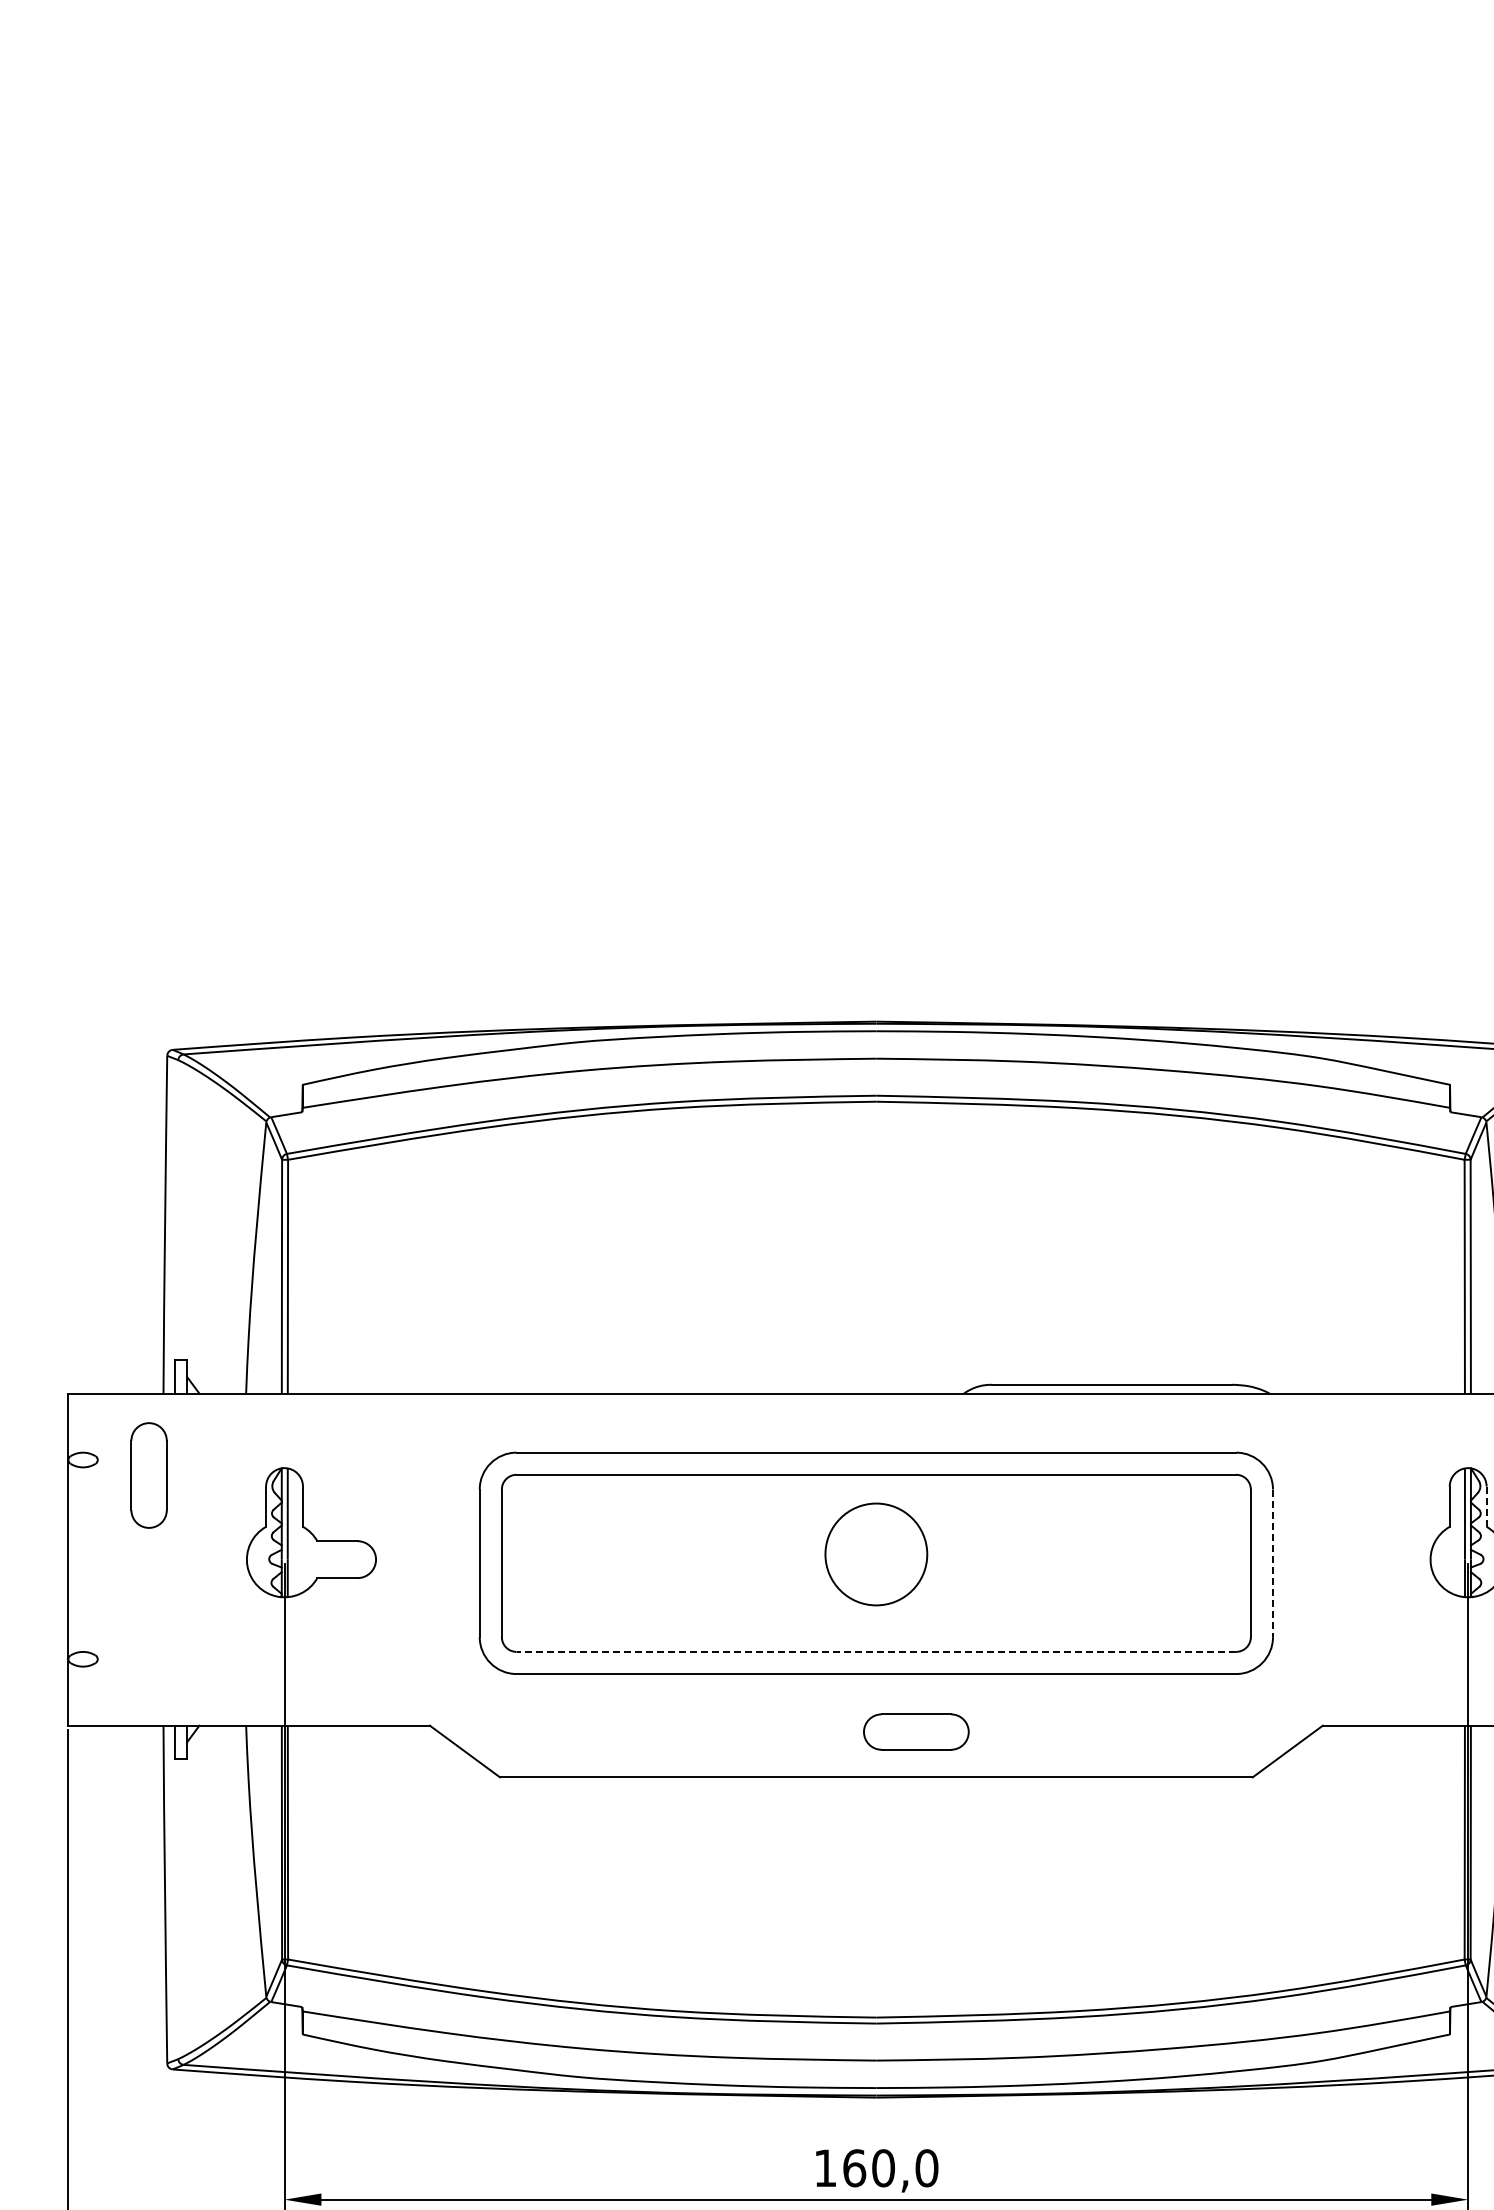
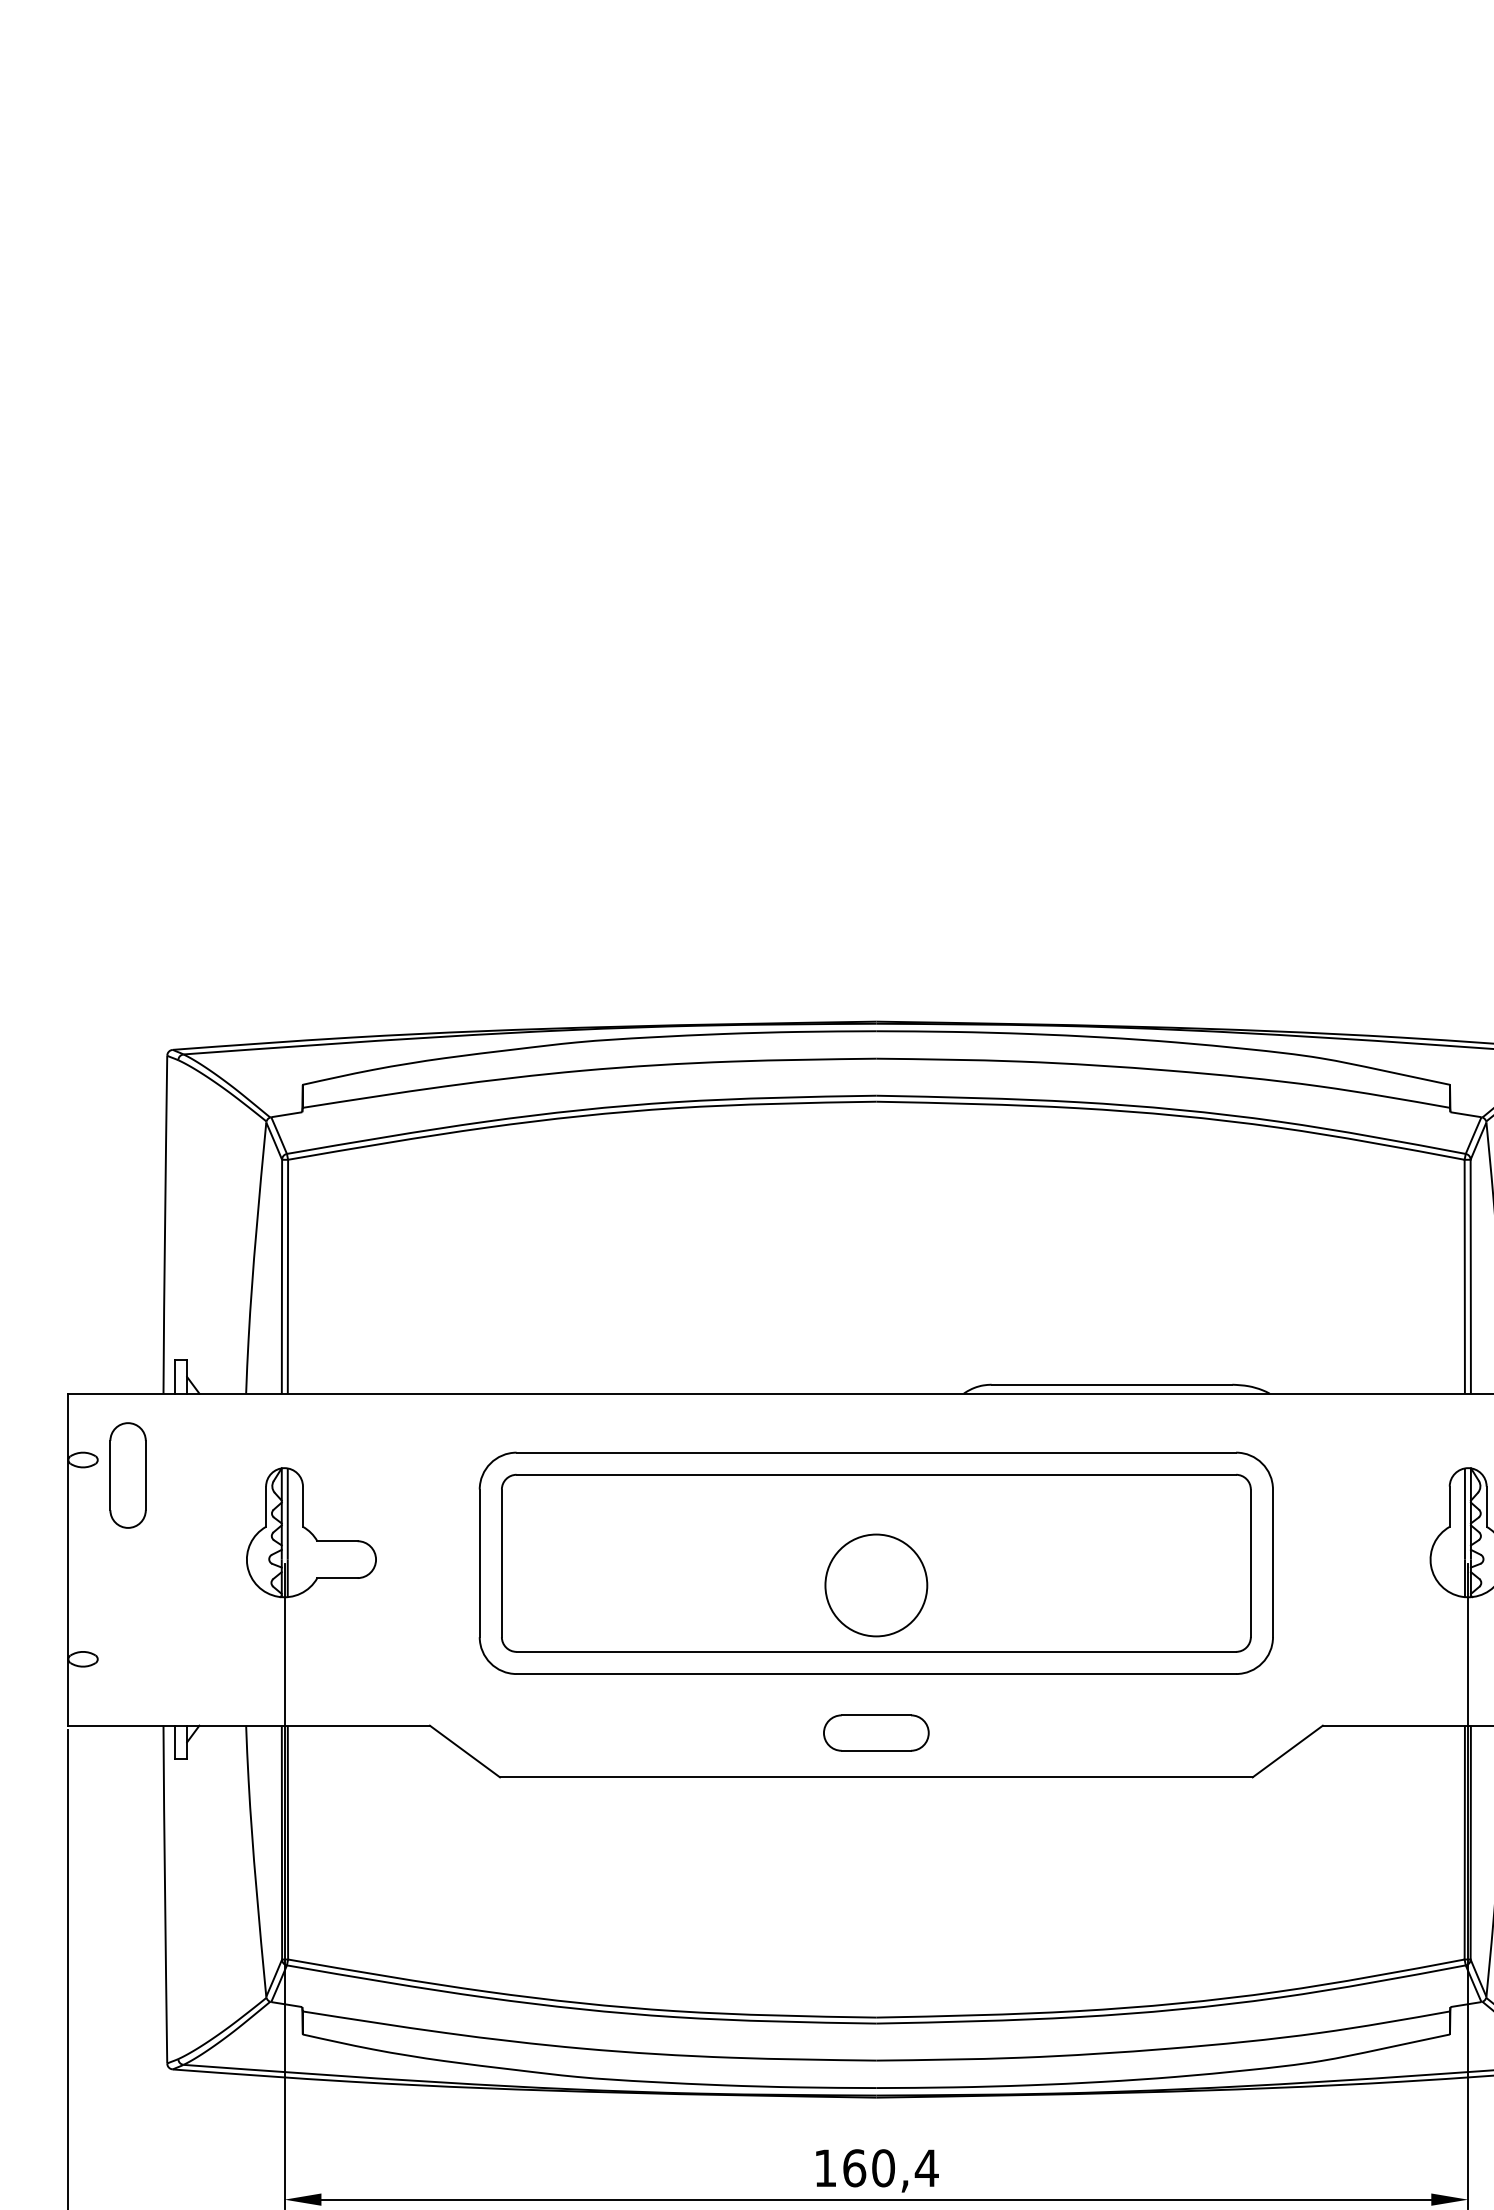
part at (148, 1475) position: (148, 1475) -> (127, 1475)
line at (1486, 1506): dashed -> solid
circle at (876, 1554) position: (876, 1554) -> (876, 1585)
line at (1273, 1563): dashed -> solid
line at (876, 1651): dashed -> solid
part at (916, 1731) position: (916, 1731) -> (876, 1732)
text at (926, 2168): 160,0 -> 160,4
